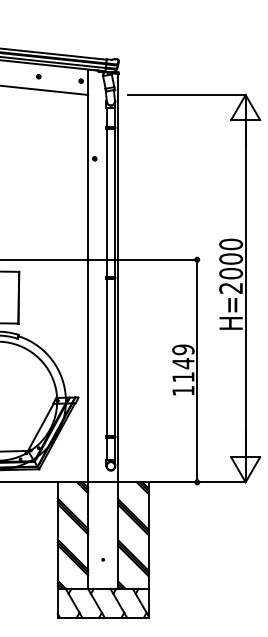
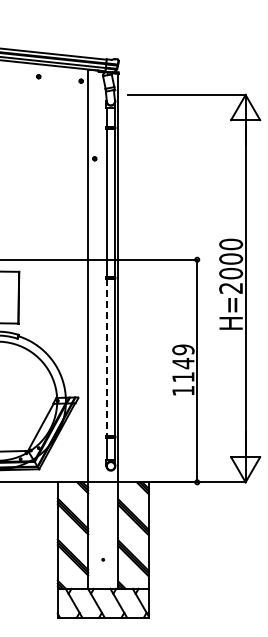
line at (45, 89): present -> none
line at (106, 358): solid -> dashed
